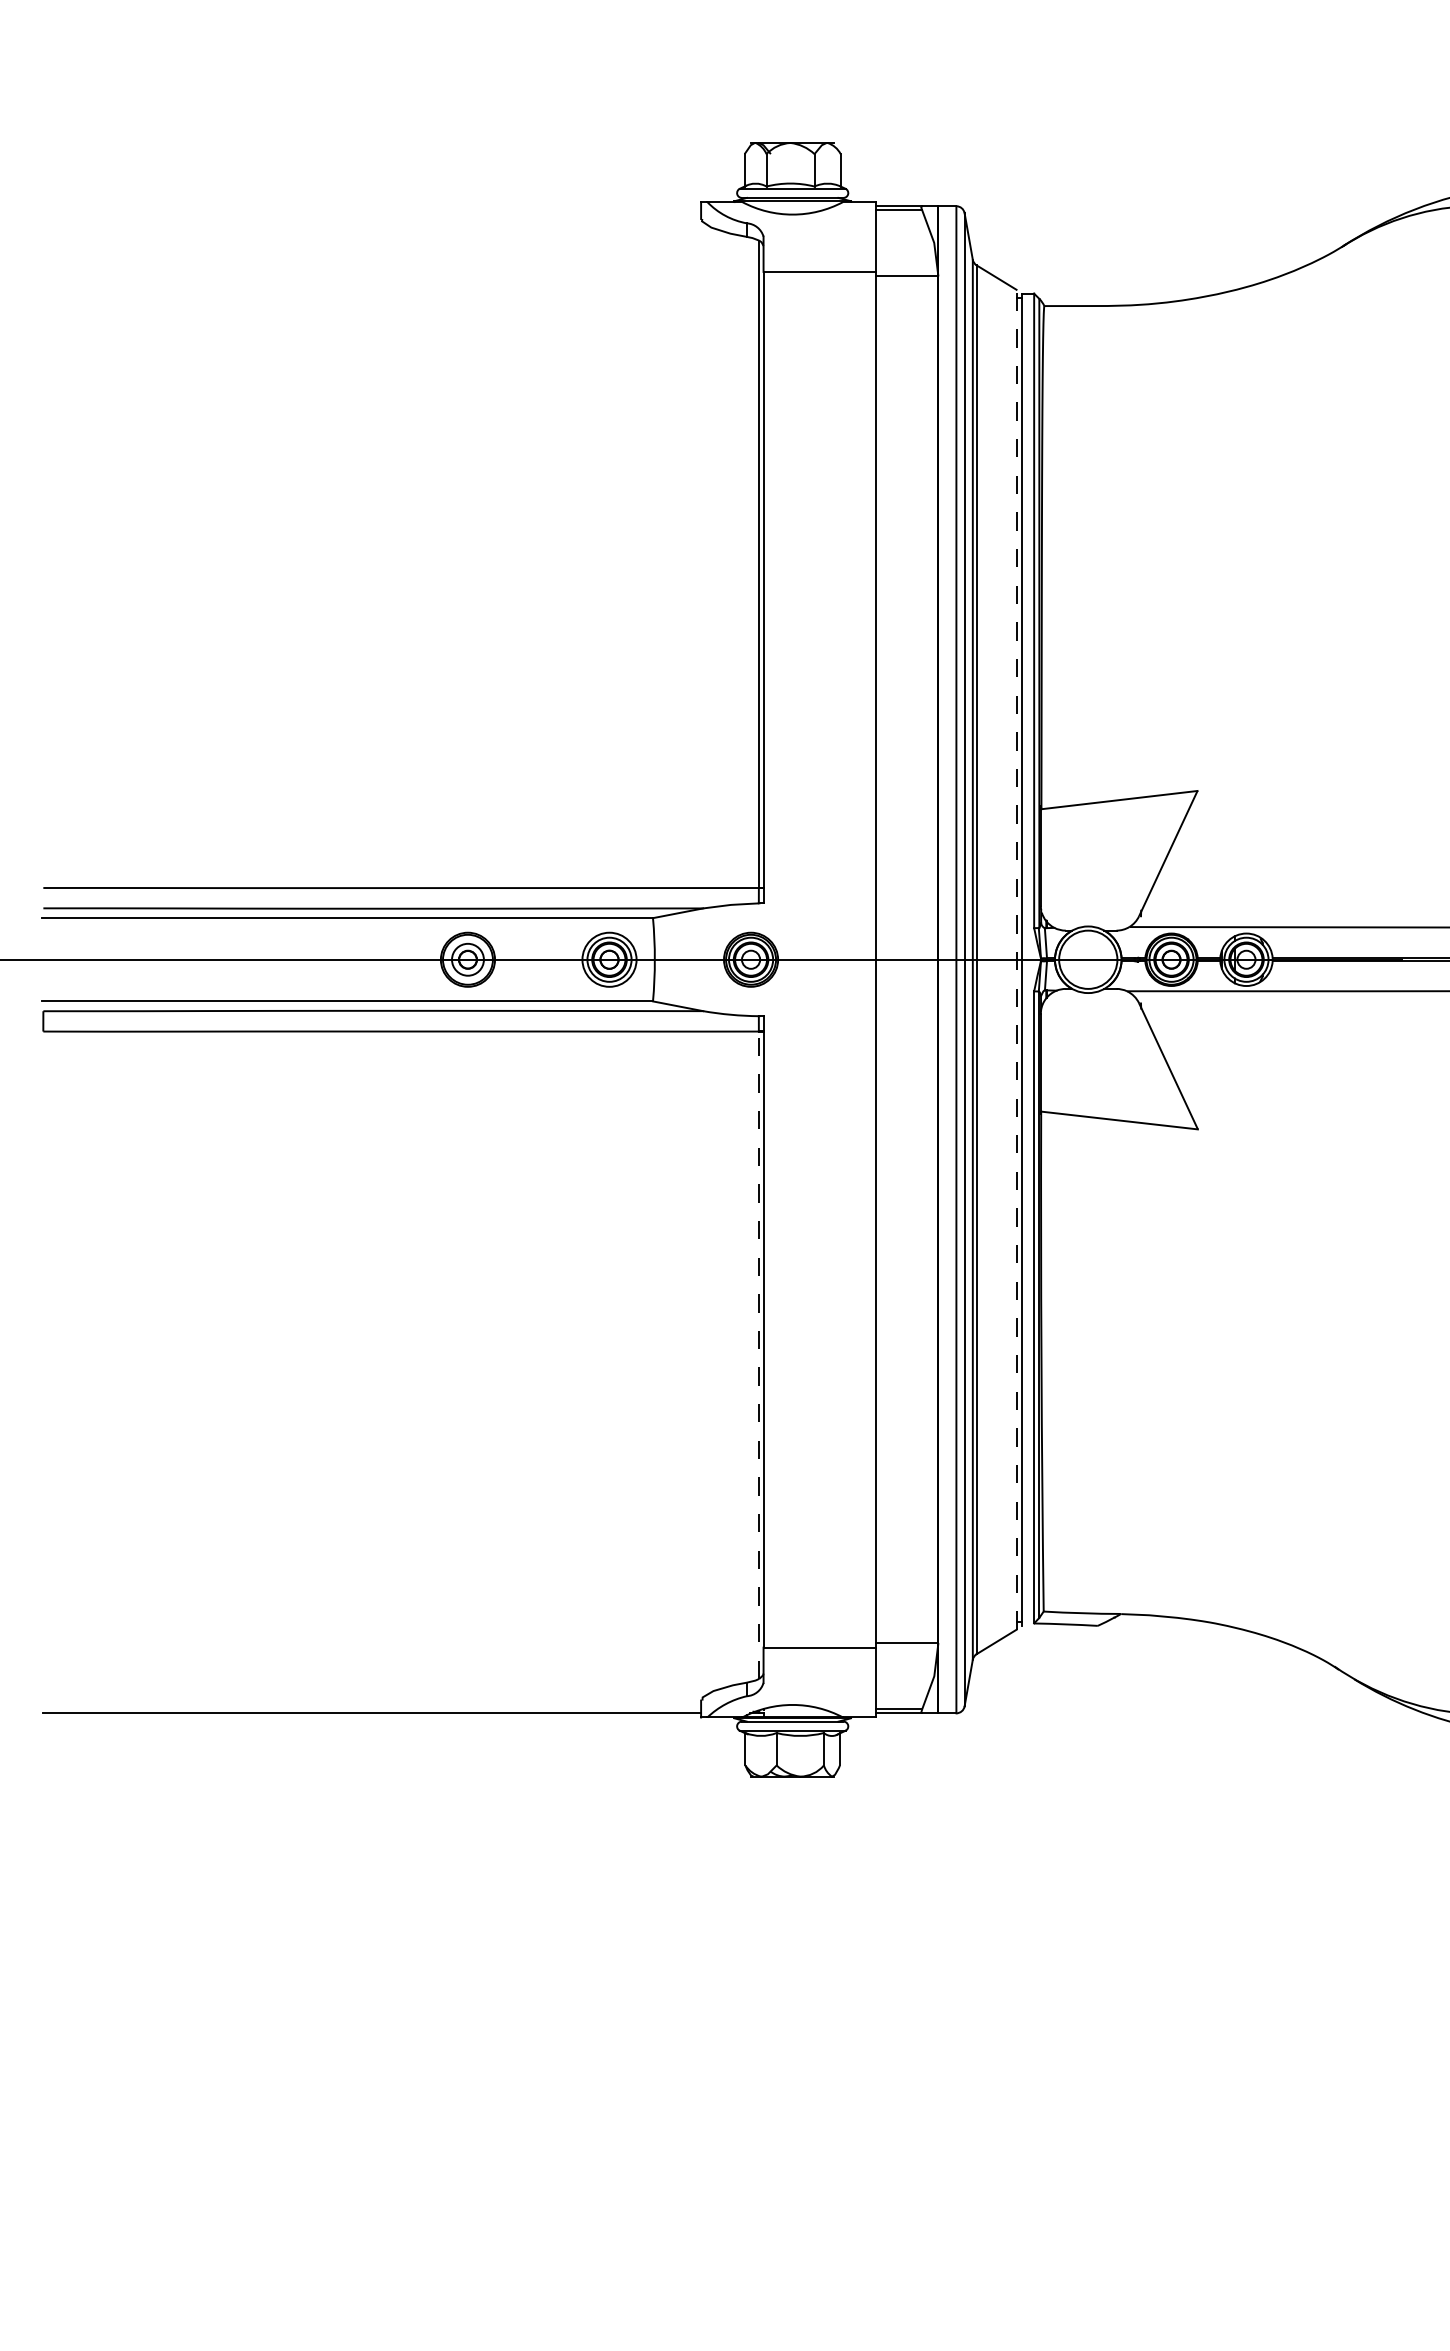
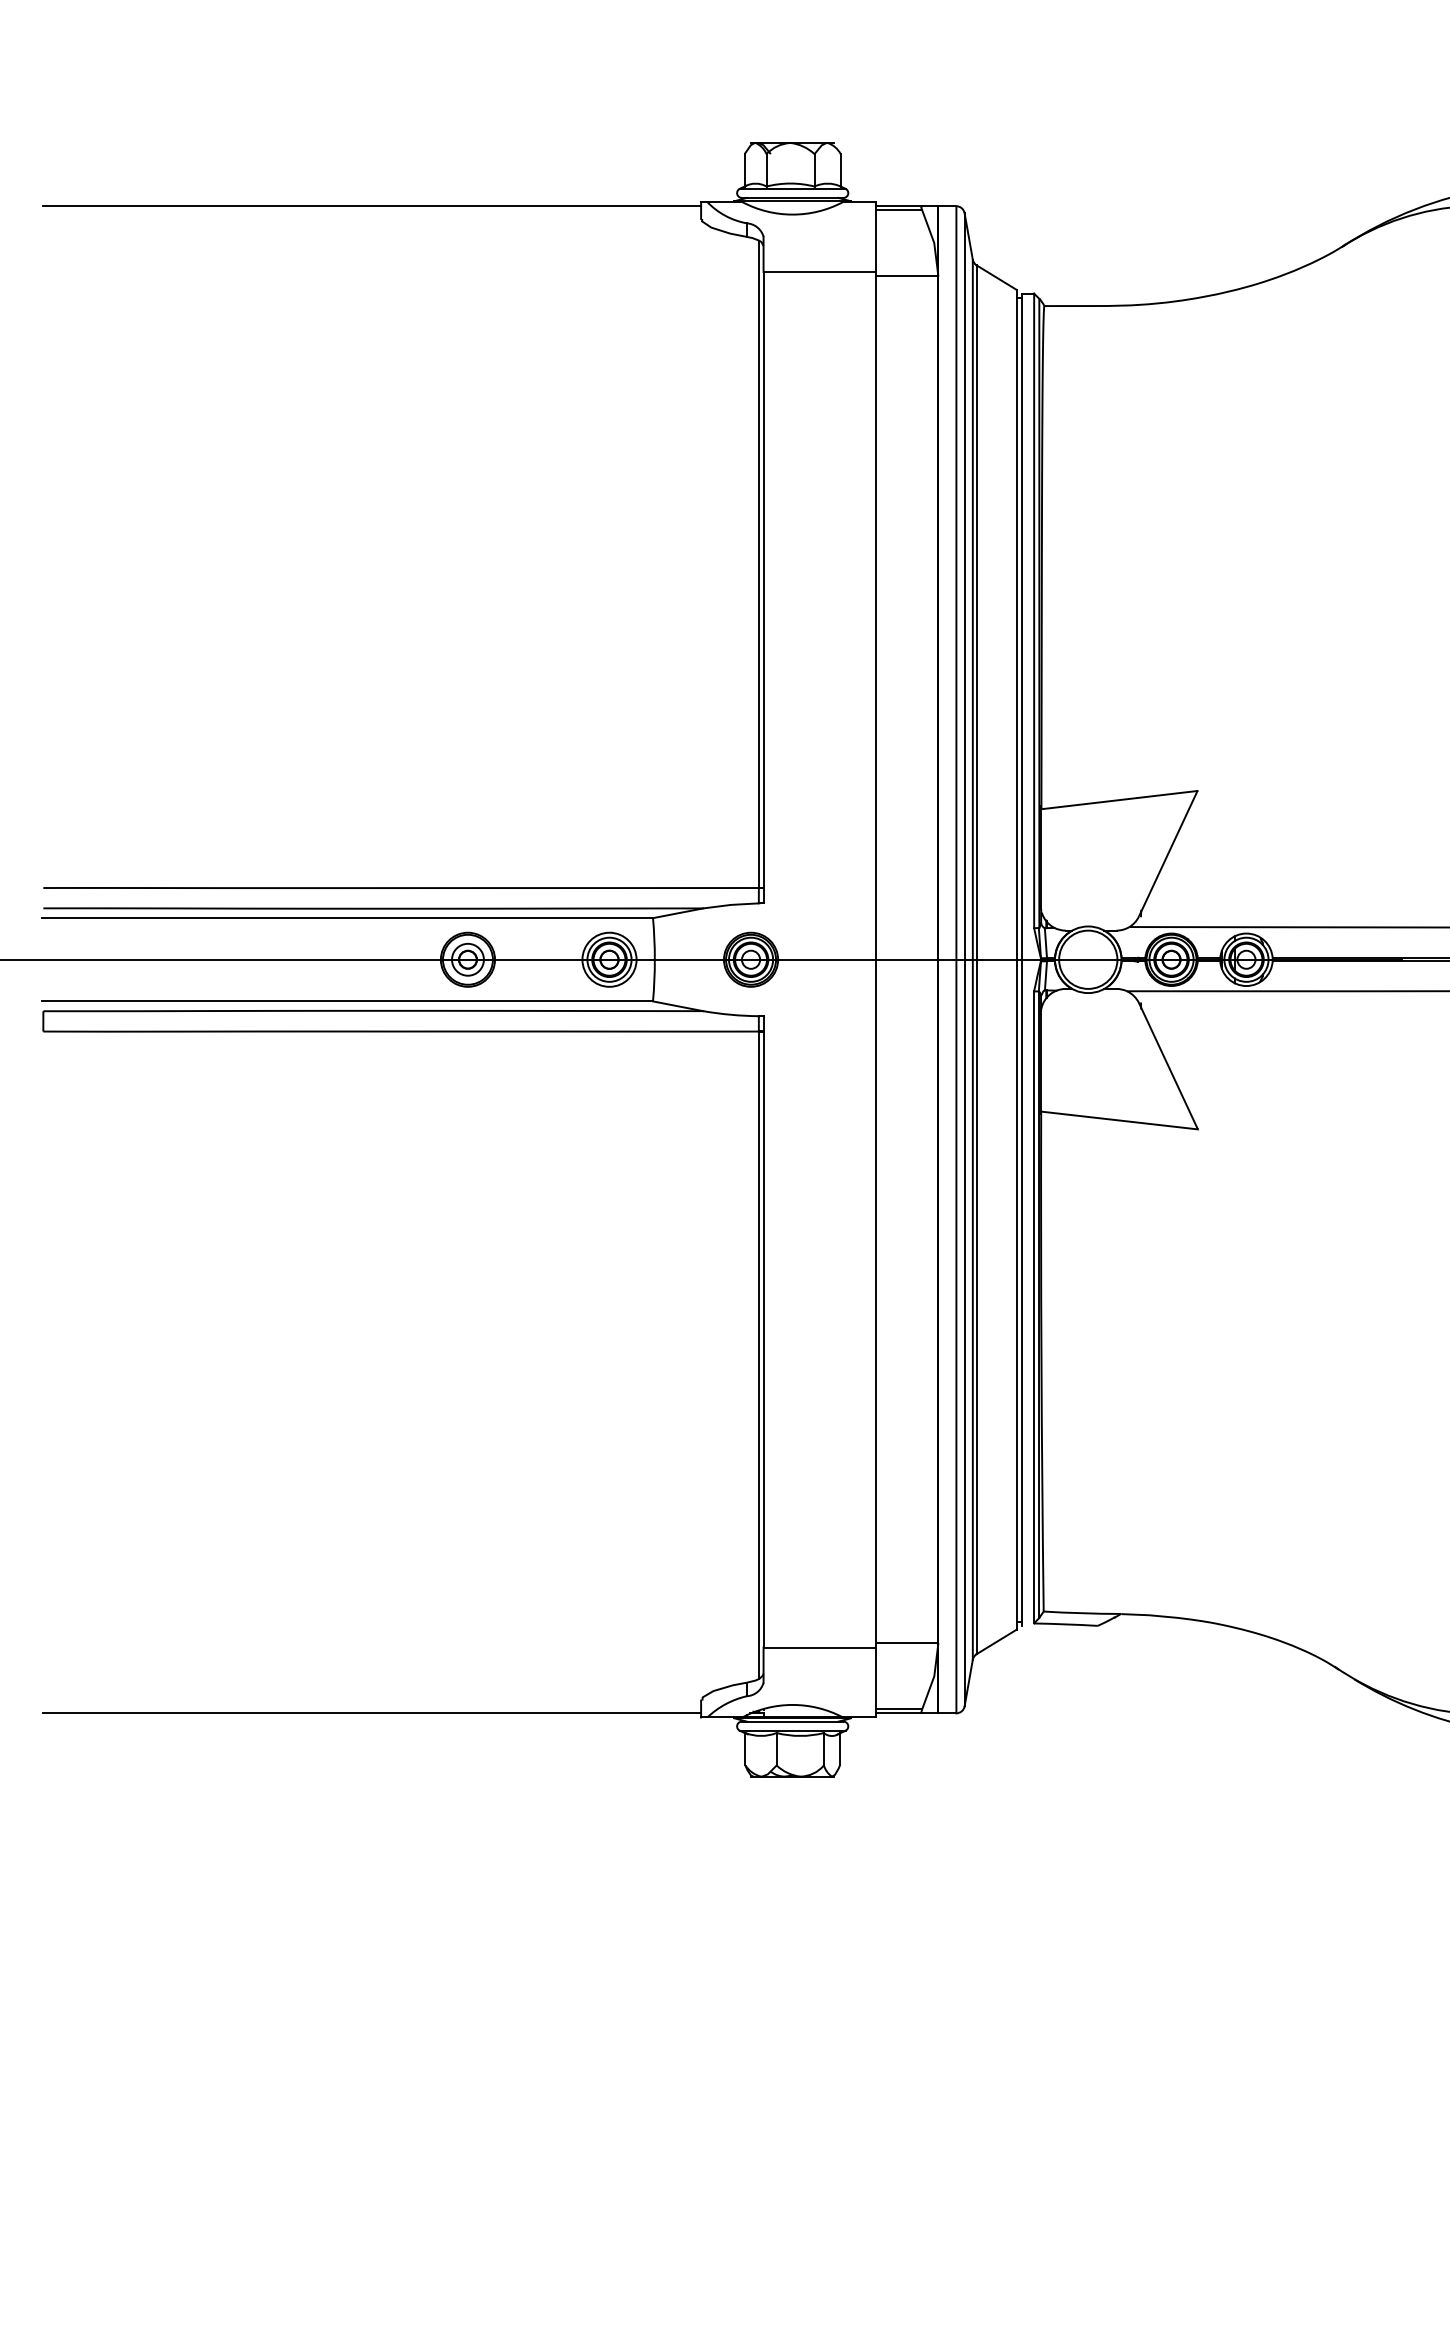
line at (372, 206): none -> present
line at (1016, 959): dashed -> solid
line at (759, 1355): dashed -> solid
